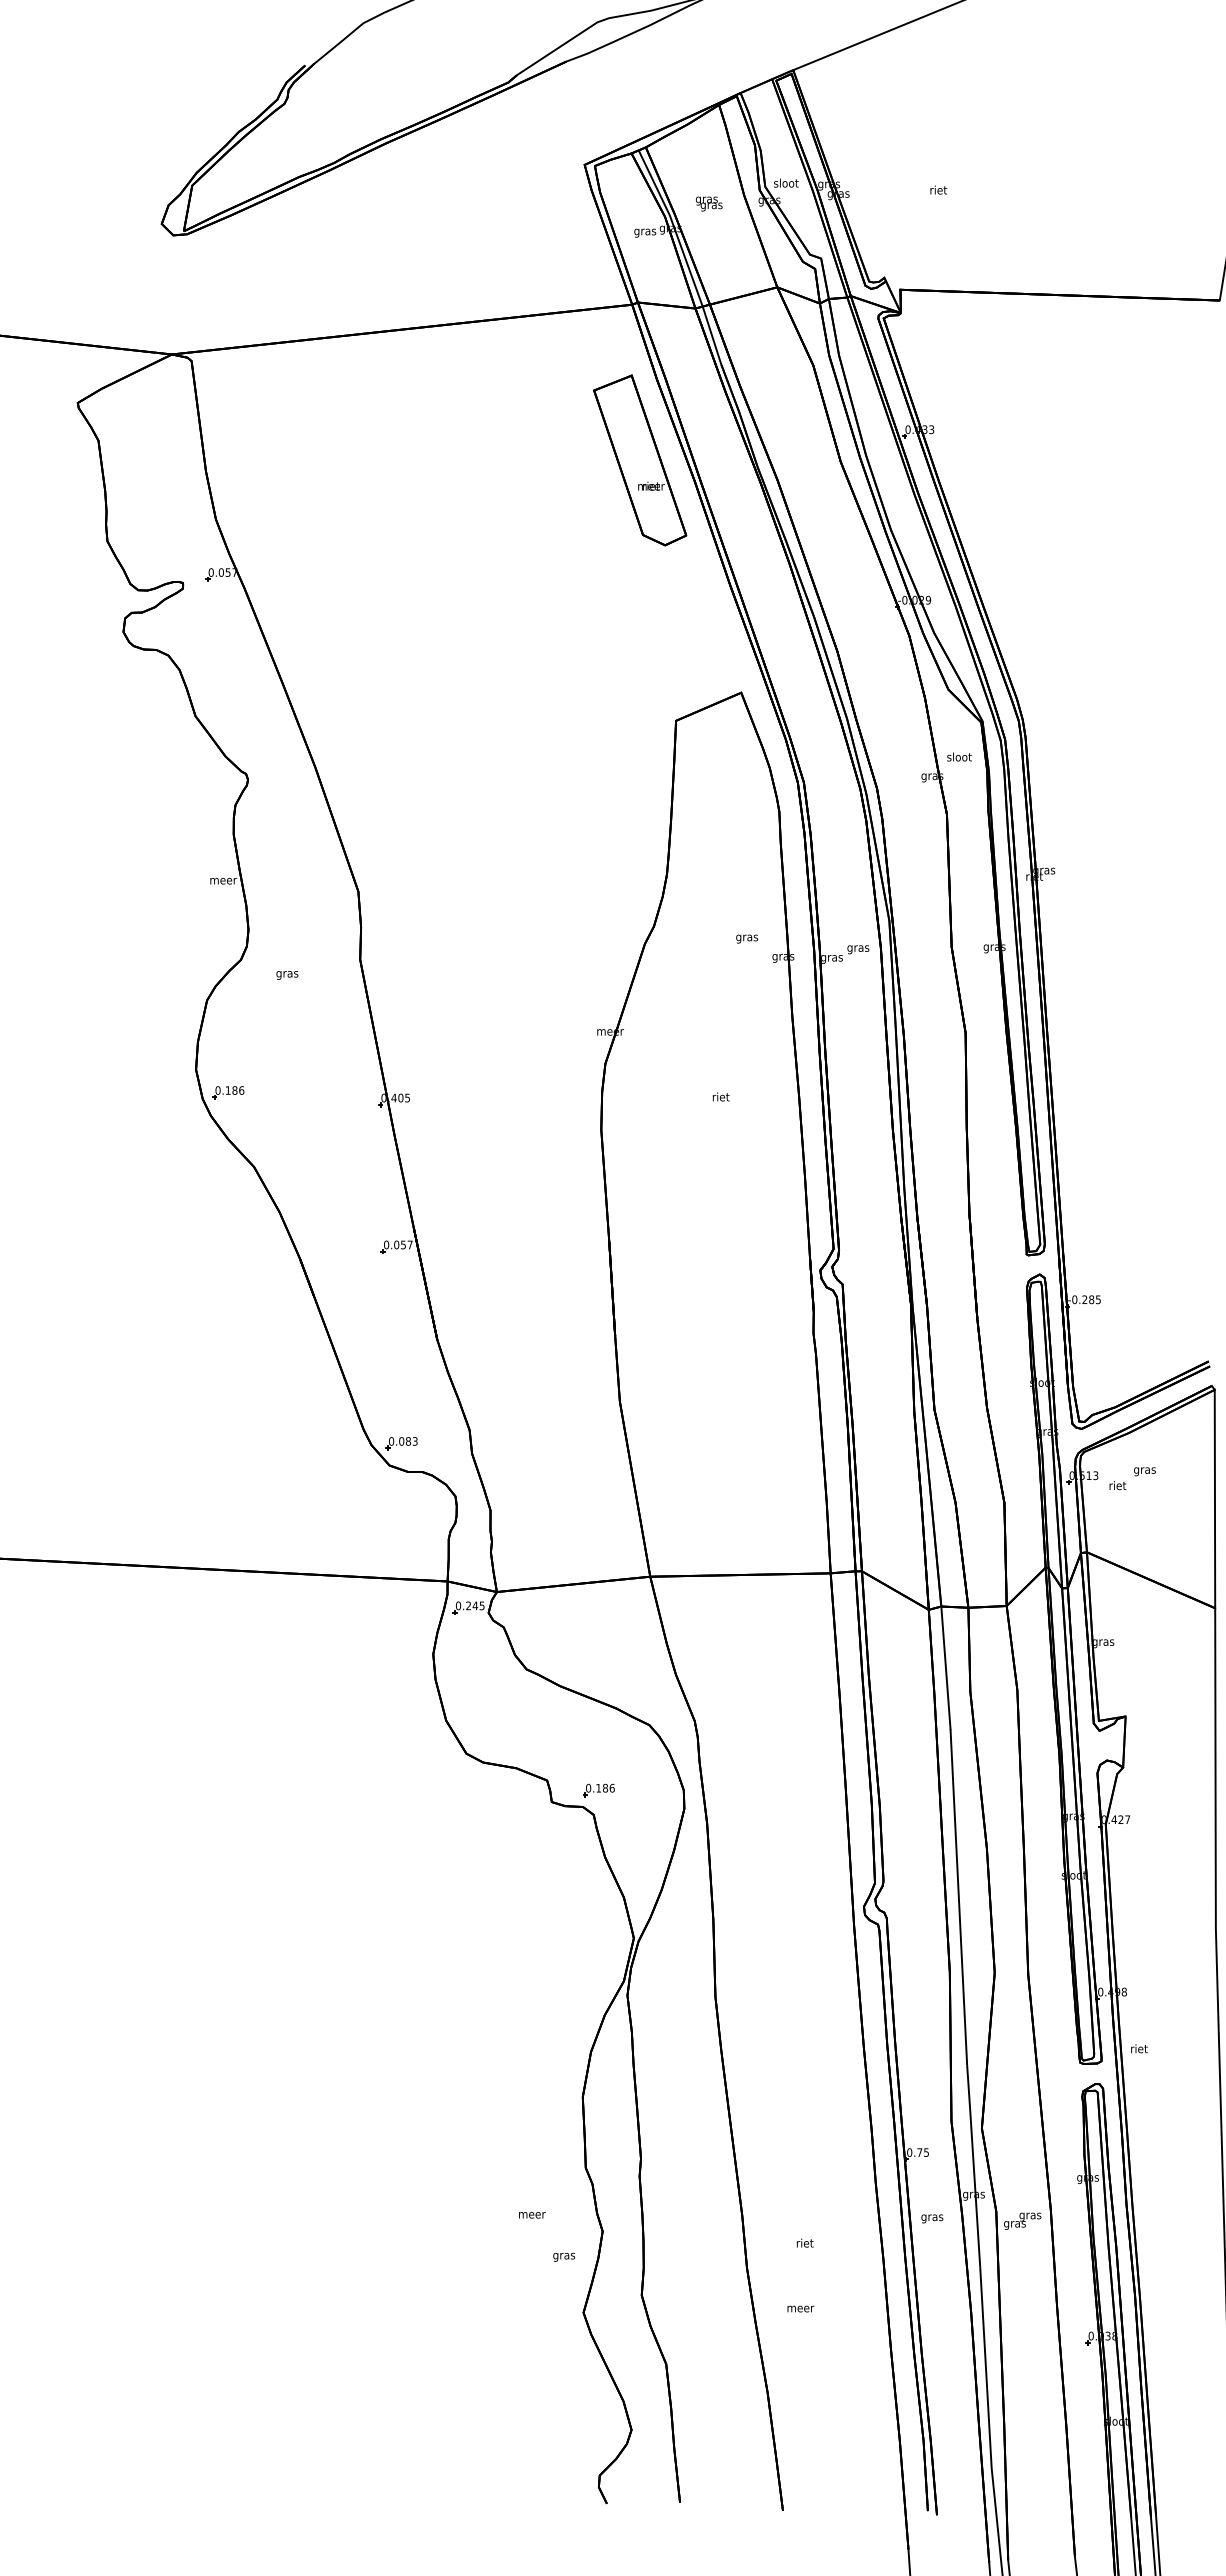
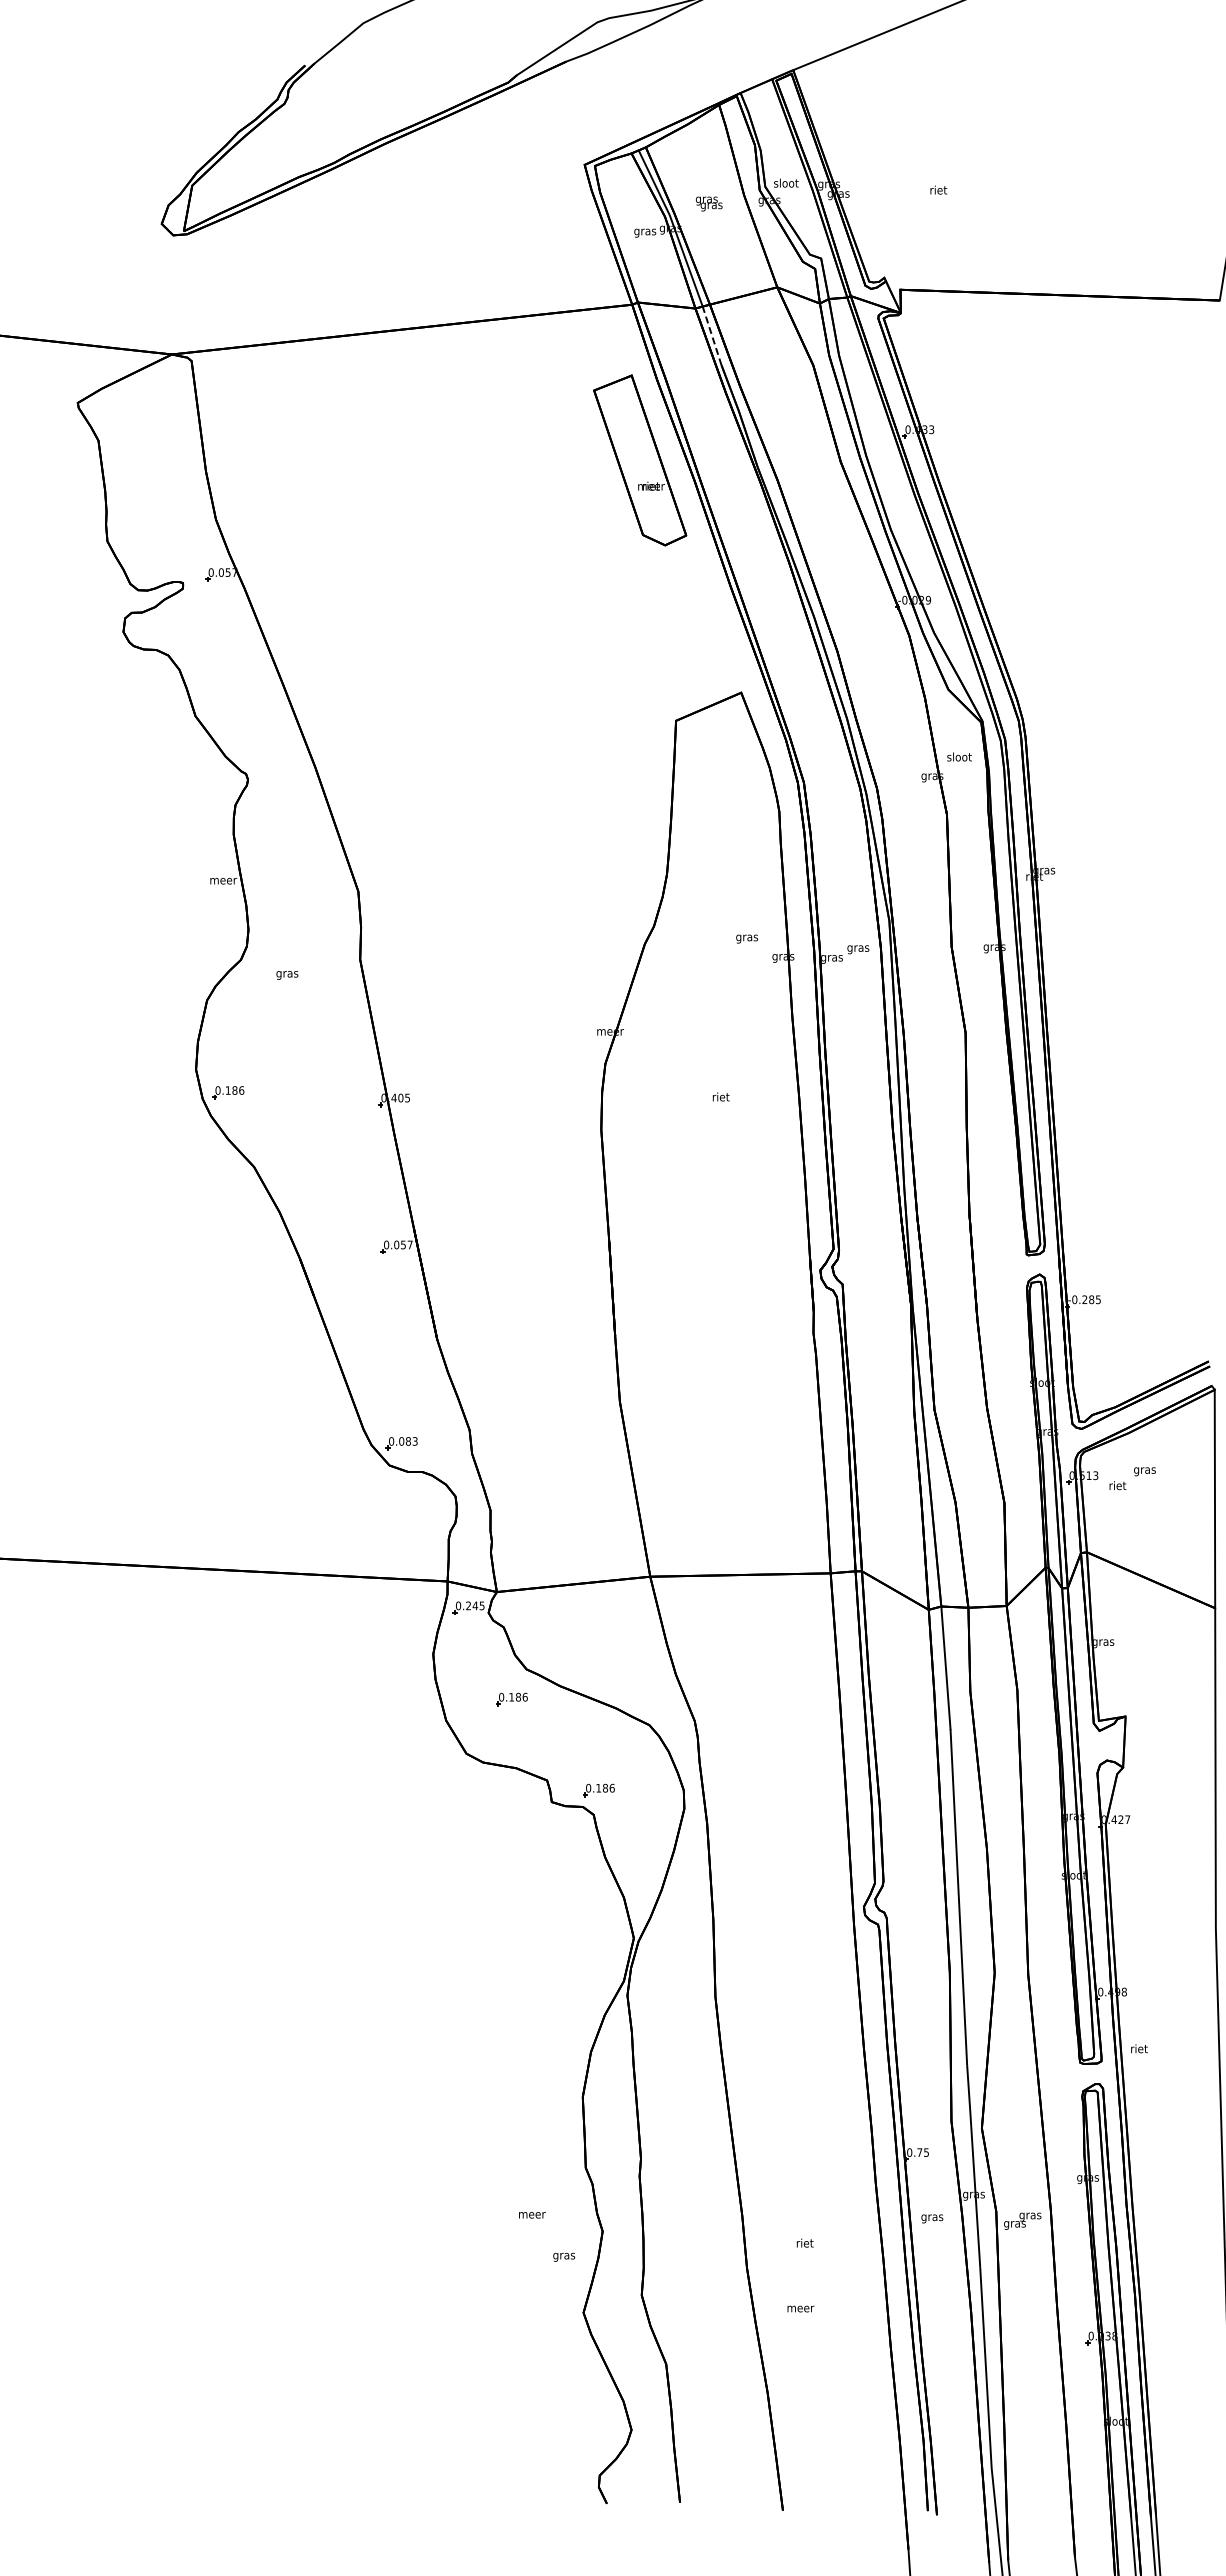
line at (712, 335): solid -> dashed
part at (511, 1699): none -> present
